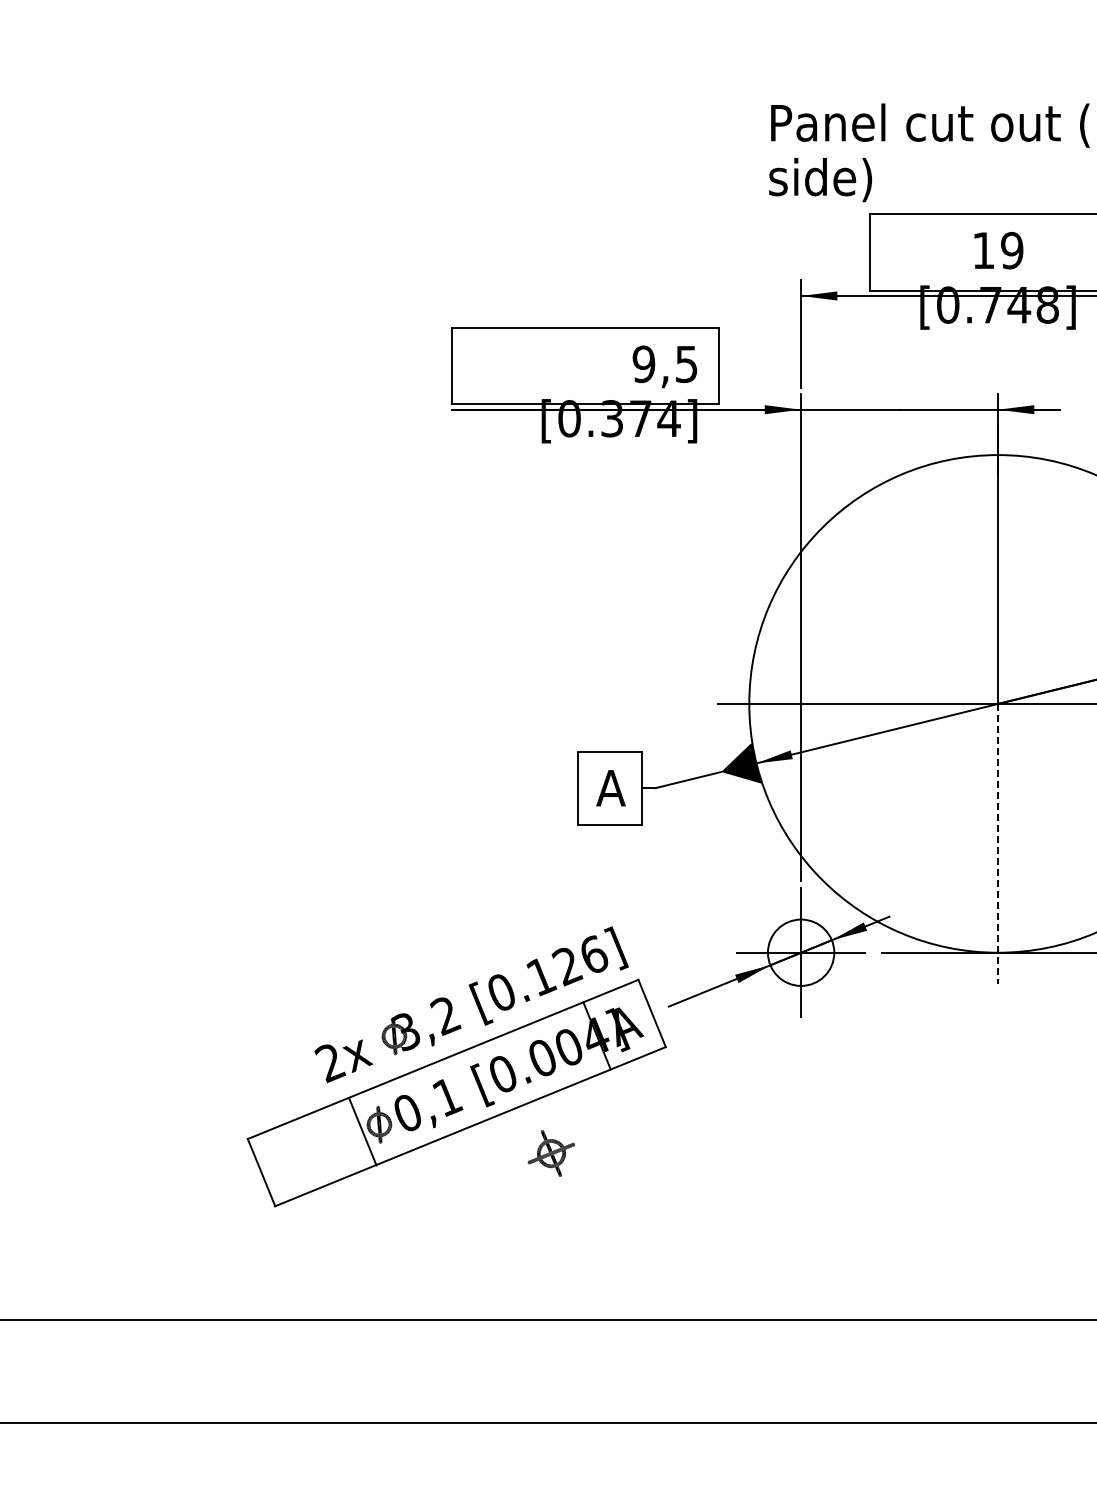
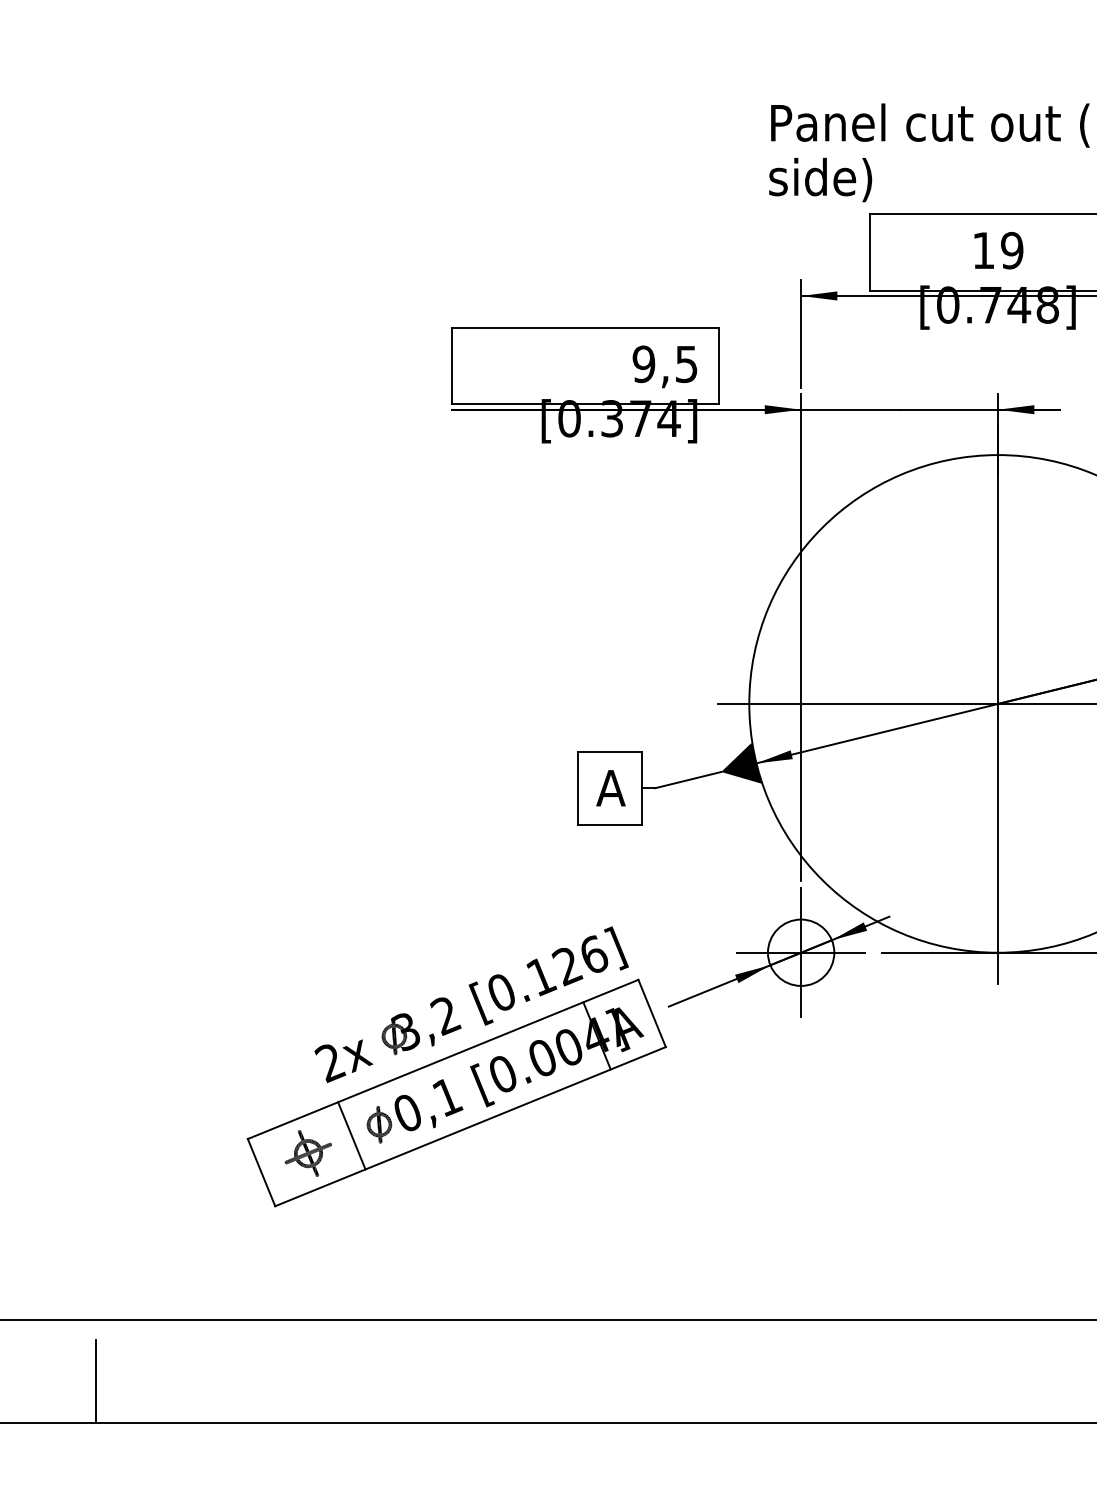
line at (998, 843): dashed -> solid
line at (362, 1131) position: (362, 1131) -> (351, 1135)
part at (550, 1153) position: (550, 1153) -> (307, 1153)
line at (96, 1381): none -> present
